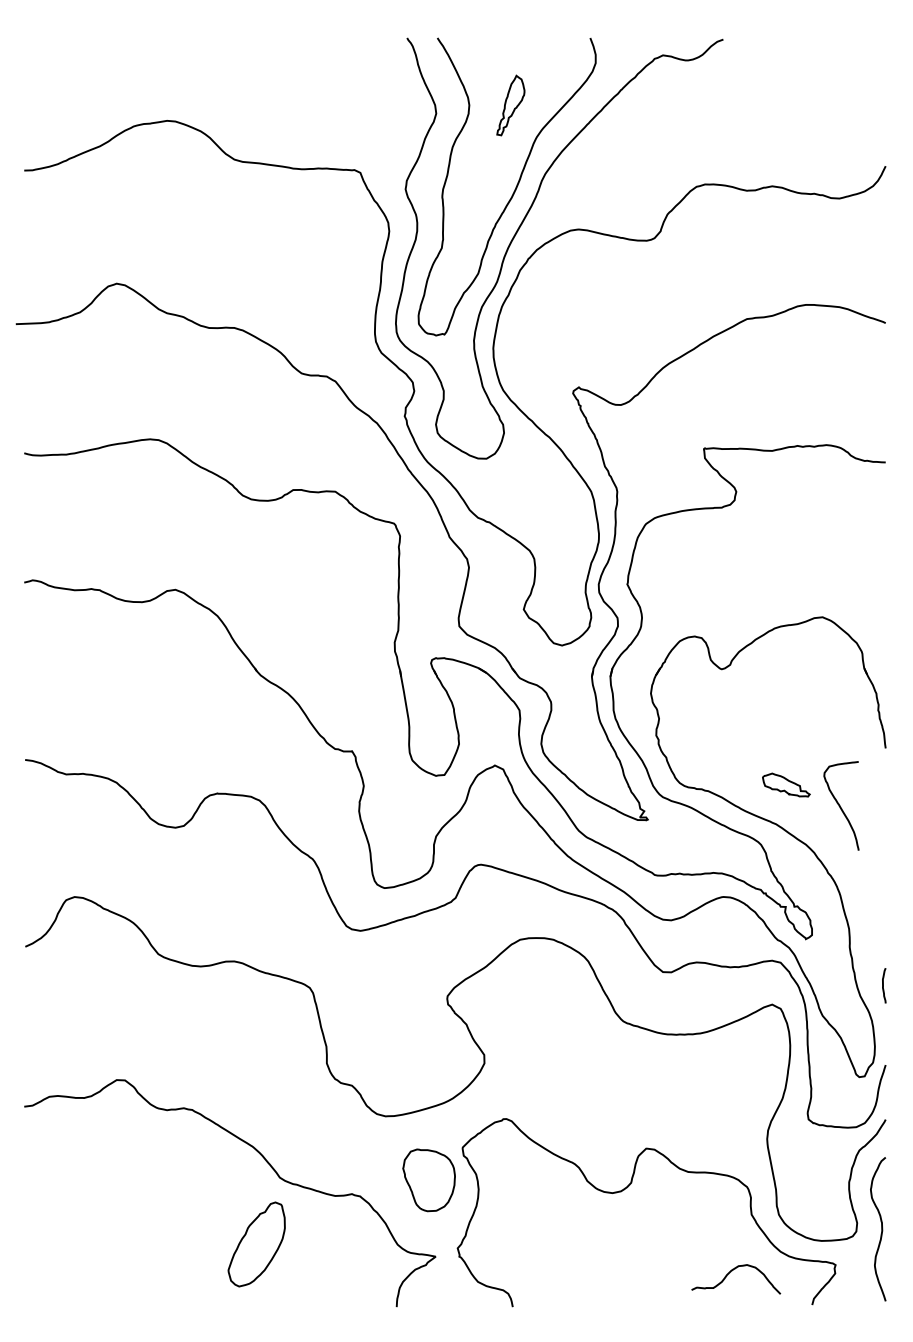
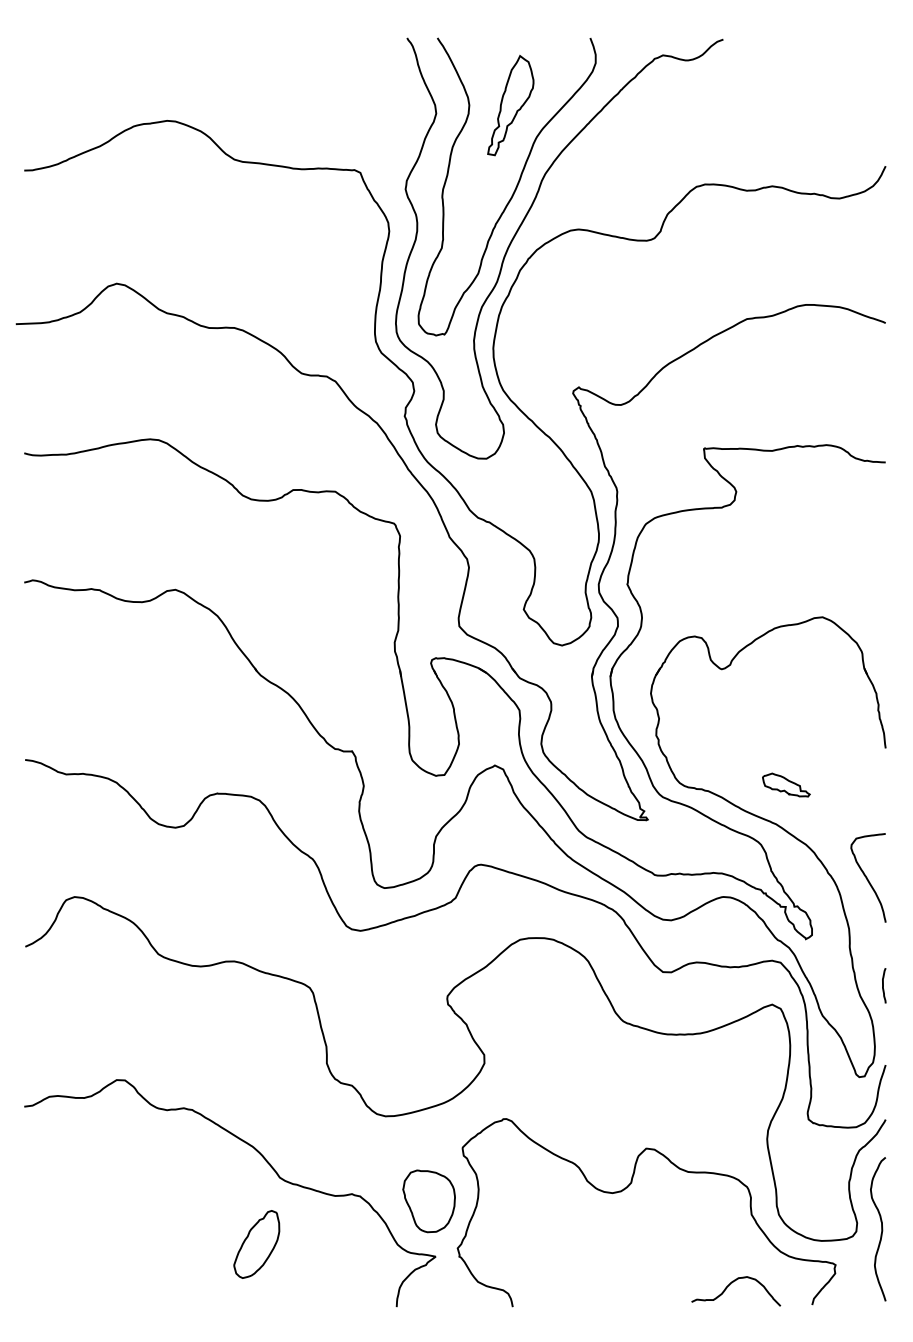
part at (510, 105) size: 30x63 px -> 48x103 px
curve at (840, 805) position: (840, 805) -> (867, 877)
part at (428, 1180) position: (428, 1180) -> (428, 1201)
part at (256, 1244) size: 59x87 px -> 48x69 px
curve at (732, 1271) position: (732, 1271) -> (732, 1283)
